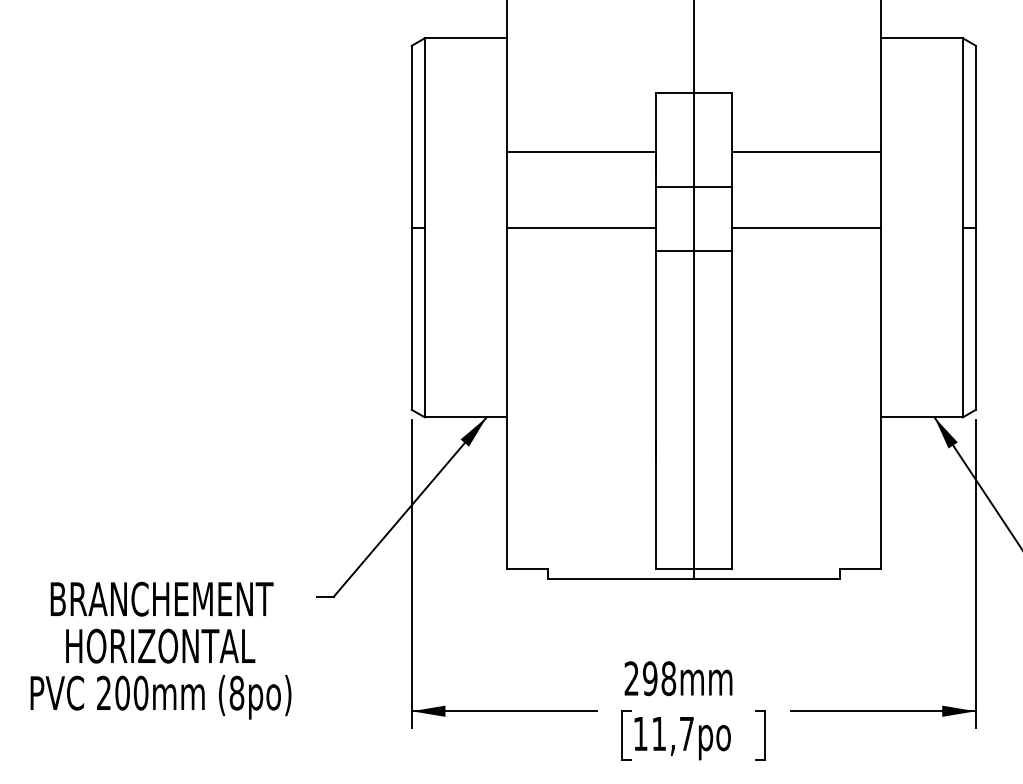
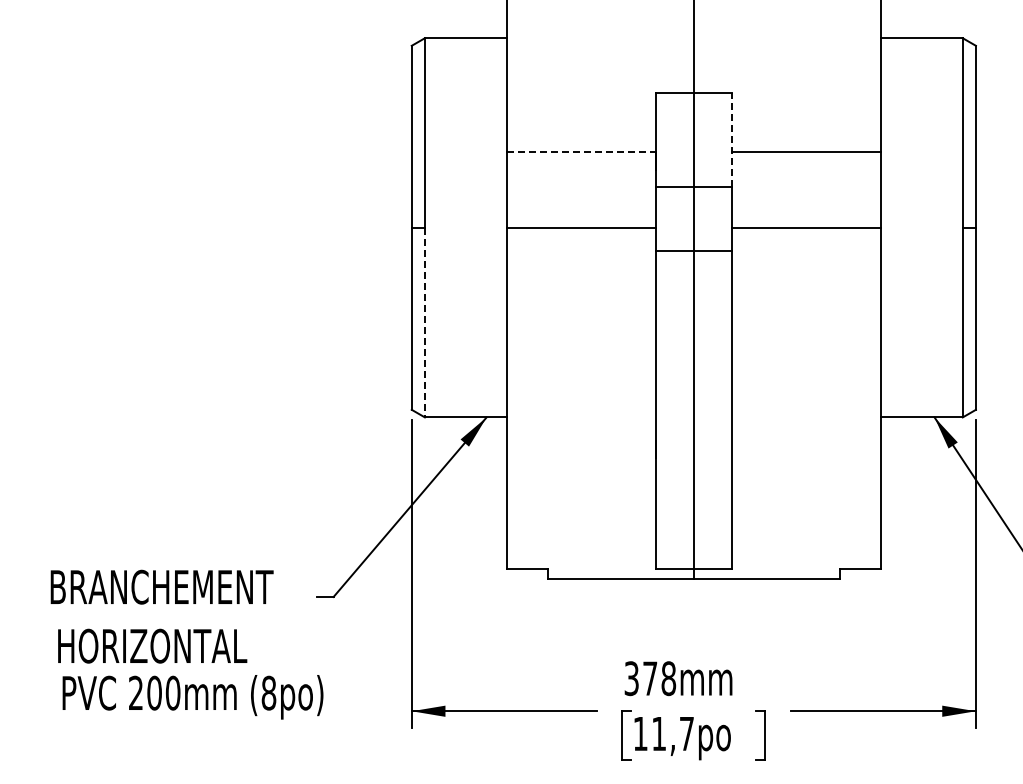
line at (731, 140): solid -> dashed
line at (581, 151): solid -> dashed
line at (424, 322): solid -> dashed
text at (161, 598) position: (161, 598) -> (161, 586)
text at (160, 645) position: (160, 645) -> (152, 645)
text at (640, 678): 298mm -> 378mm
text at (160, 697) position: (160, 697) -> (192, 697)
